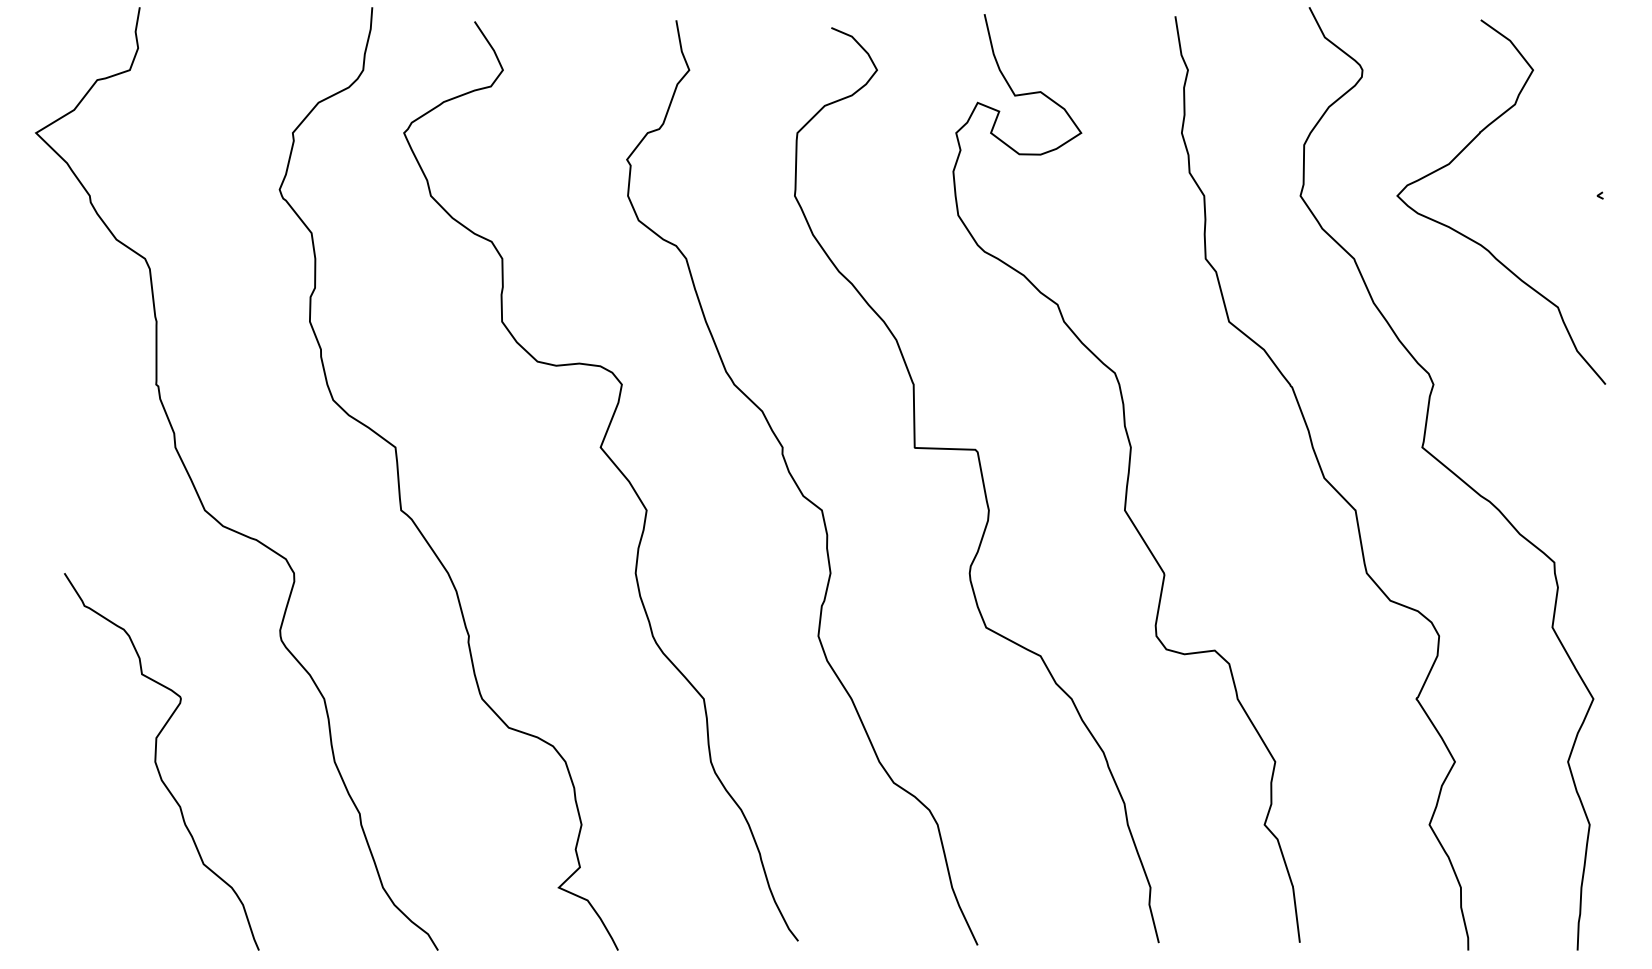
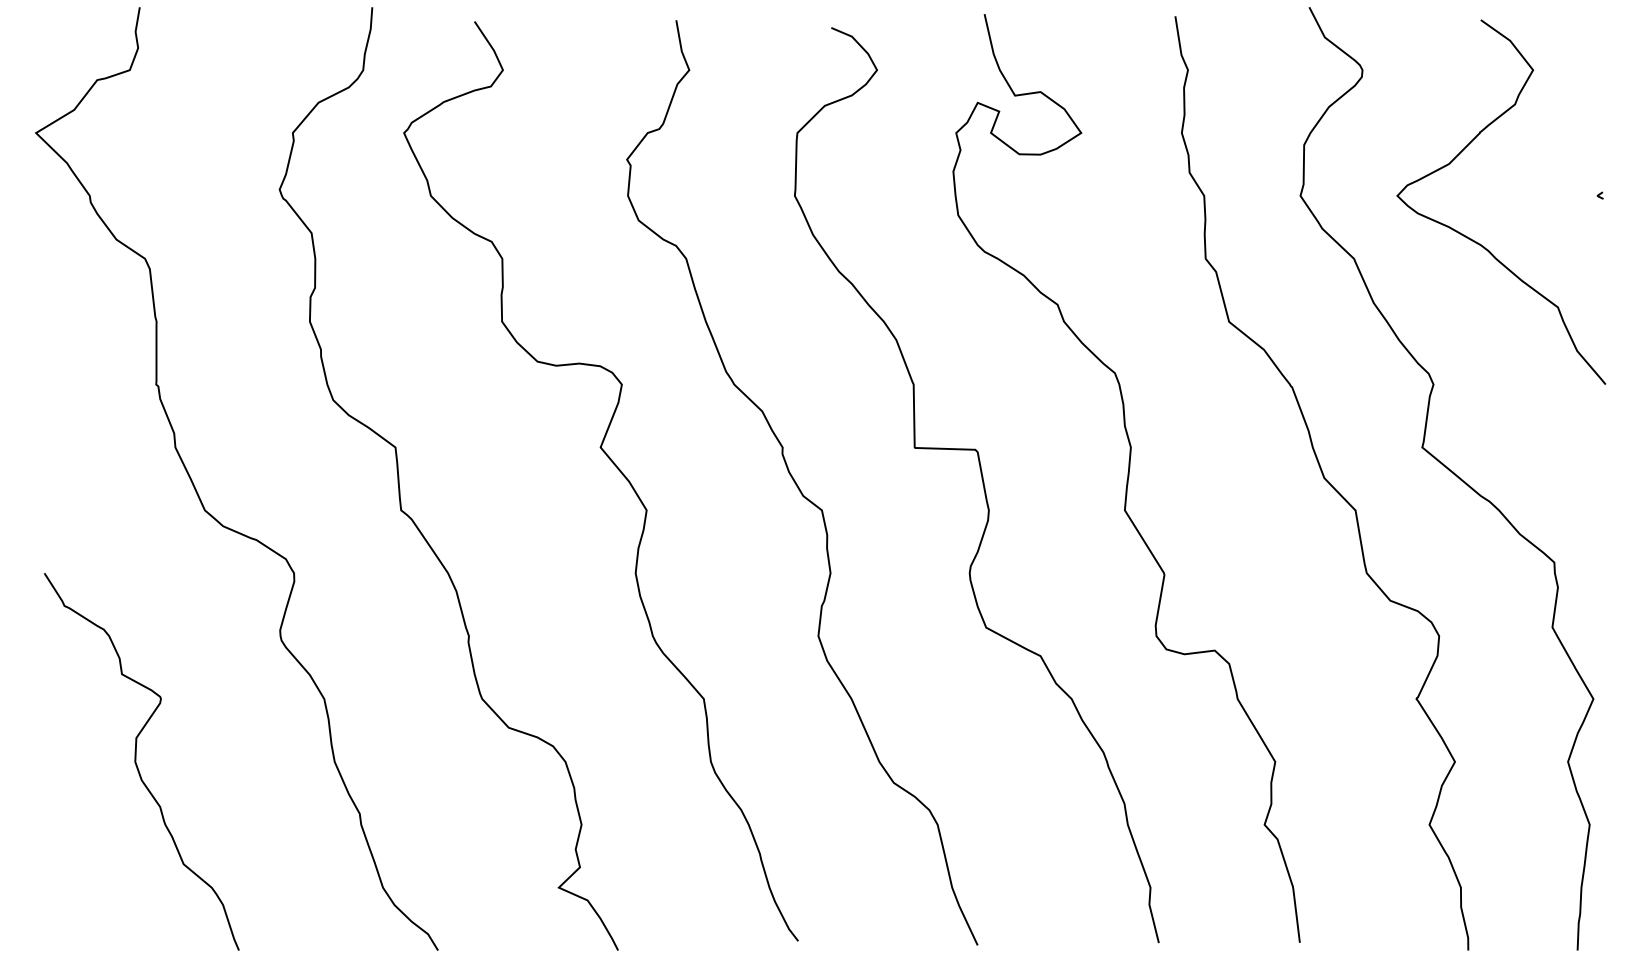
curve at (156, 761) position: (156, 761) -> (136, 761)
